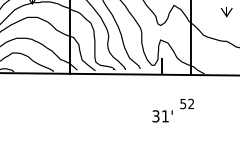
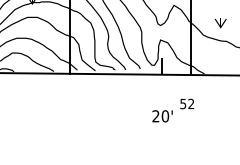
part at (226, 12) position: (226, 12) -> (220, 23)
text at (160, 116): 31' -> 20'
